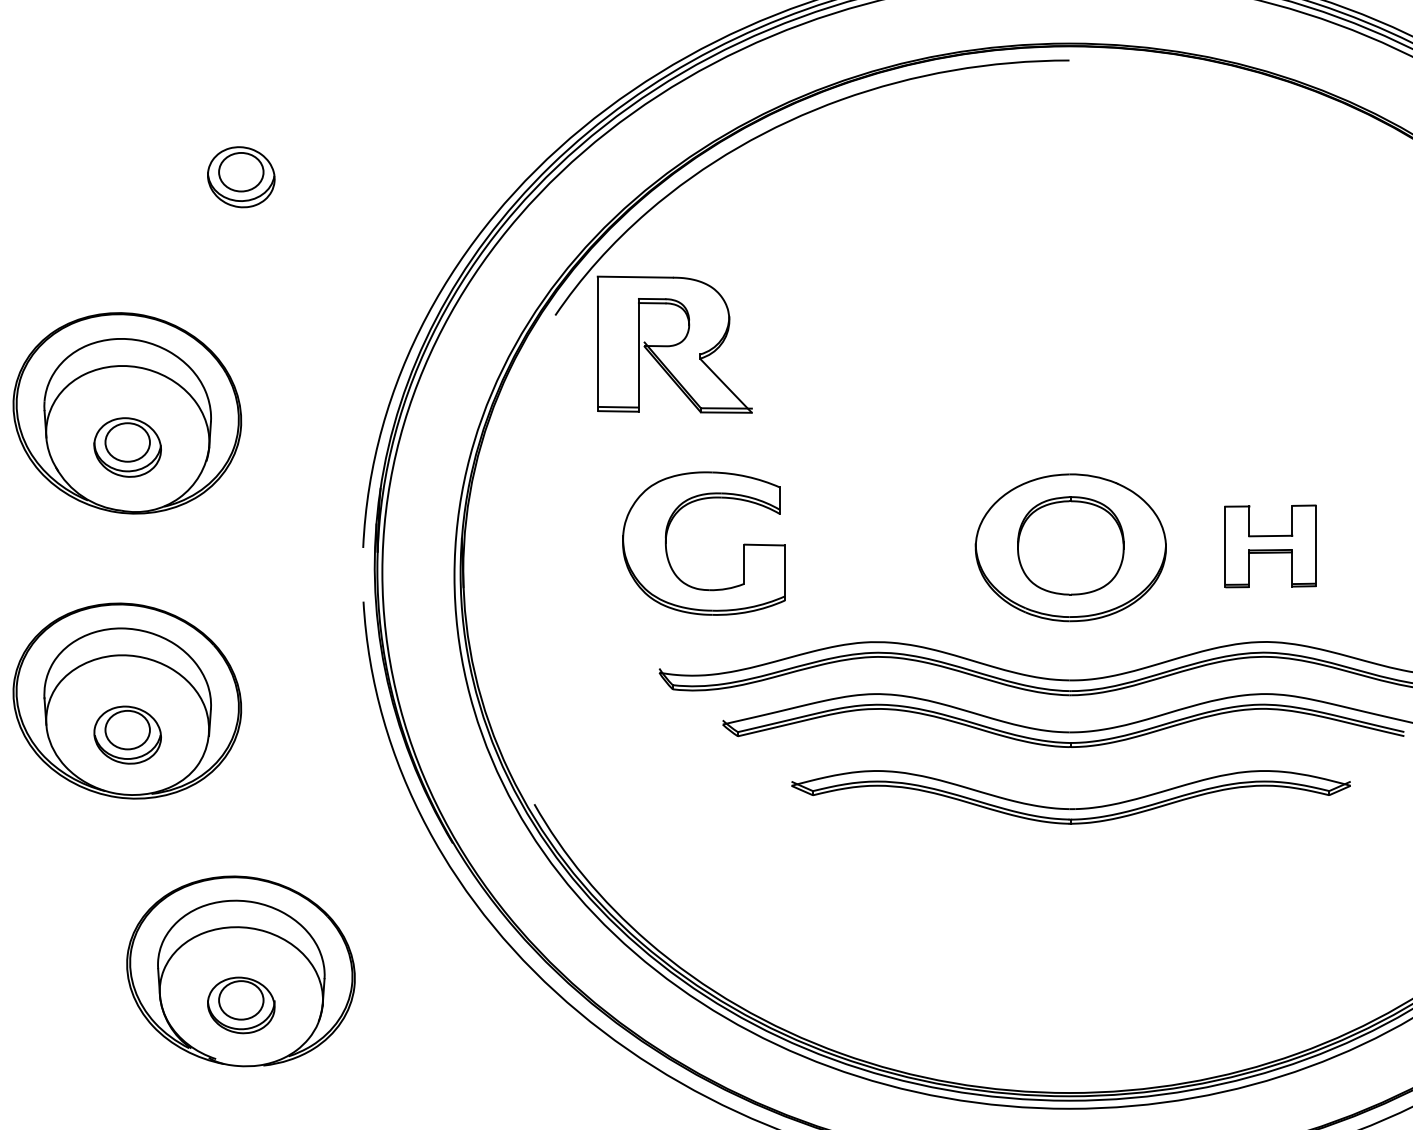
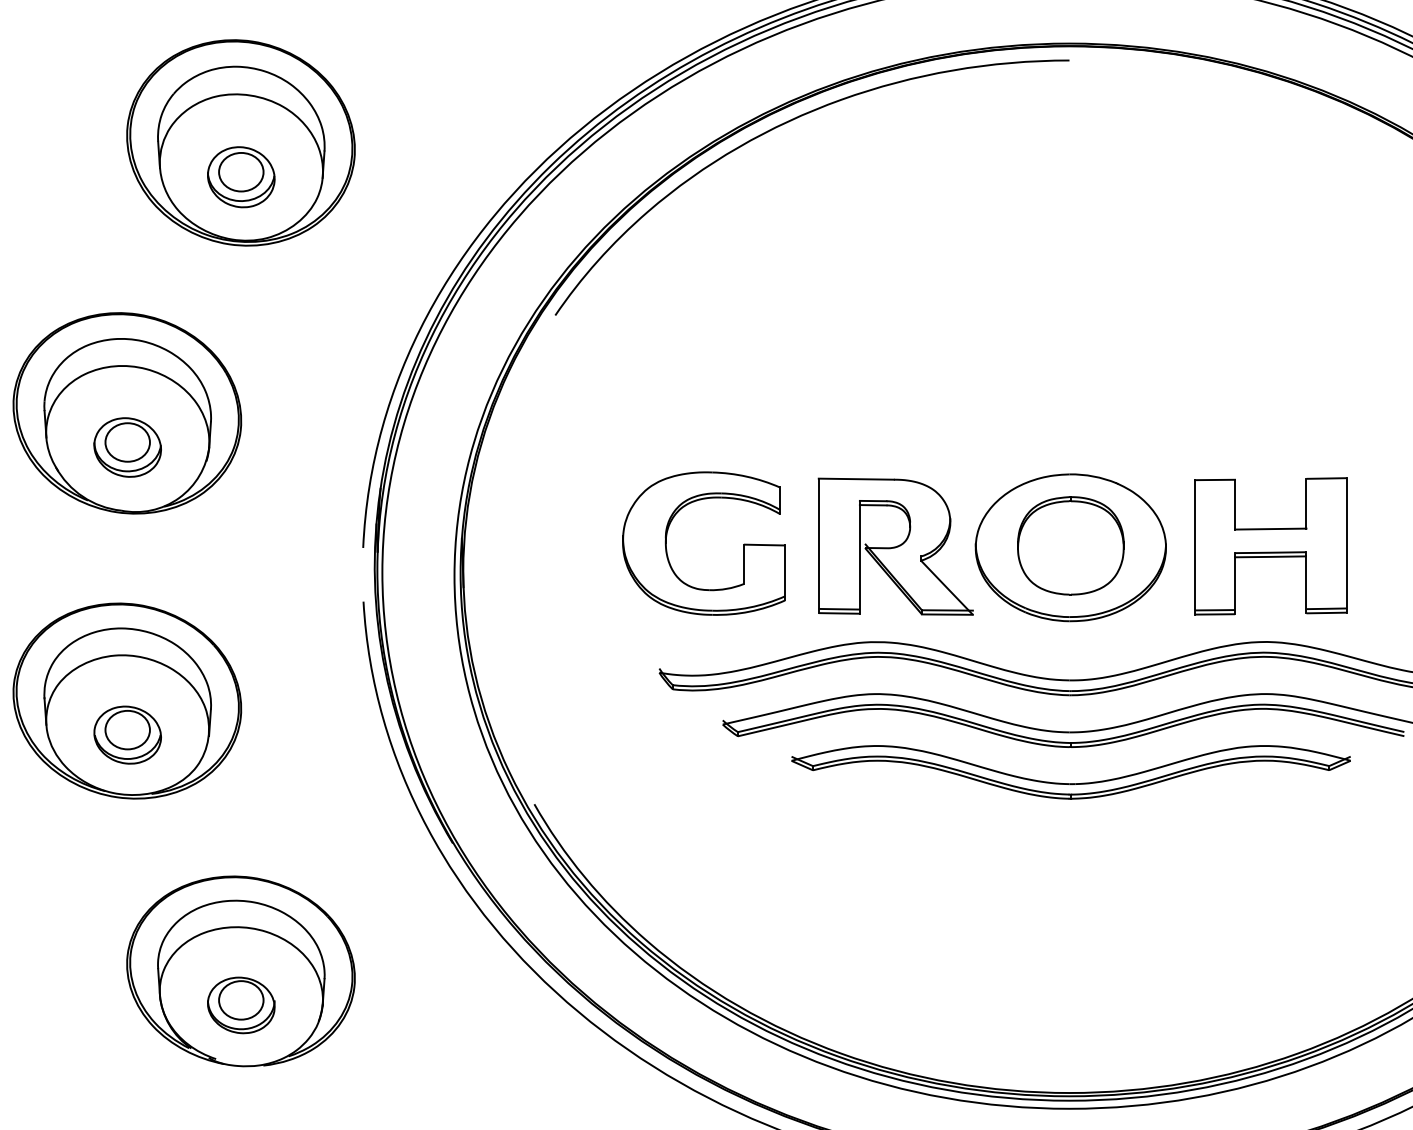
part at (240, 142): none -> present
part at (674, 344) position: (674, 344) -> (895, 546)
part at (1270, 546) size: 93x85 px -> 154x139 px
part at (1070, 808) position: (1070, 808) -> (1070, 783)
